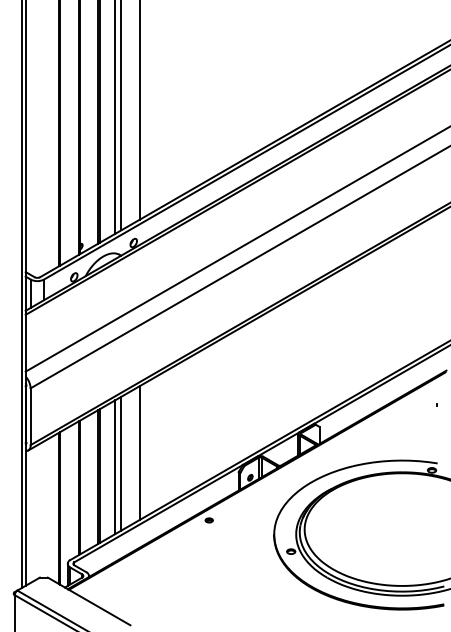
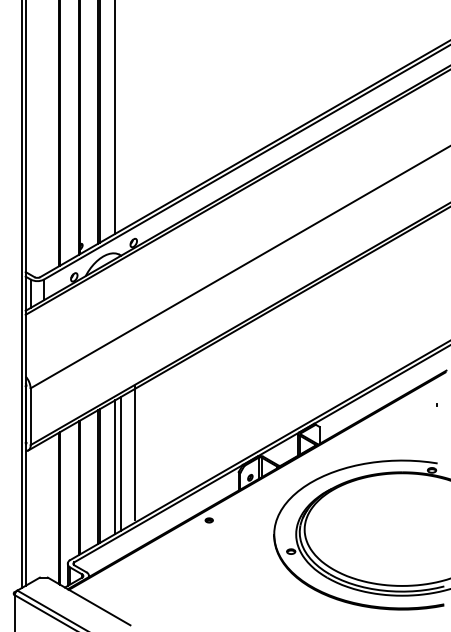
line at (139, 110): present -> none
line at (121, 116): present -> none
line at (236, 249): present -> none
line at (139, 453) position: (139, 453) -> (134, 453)
